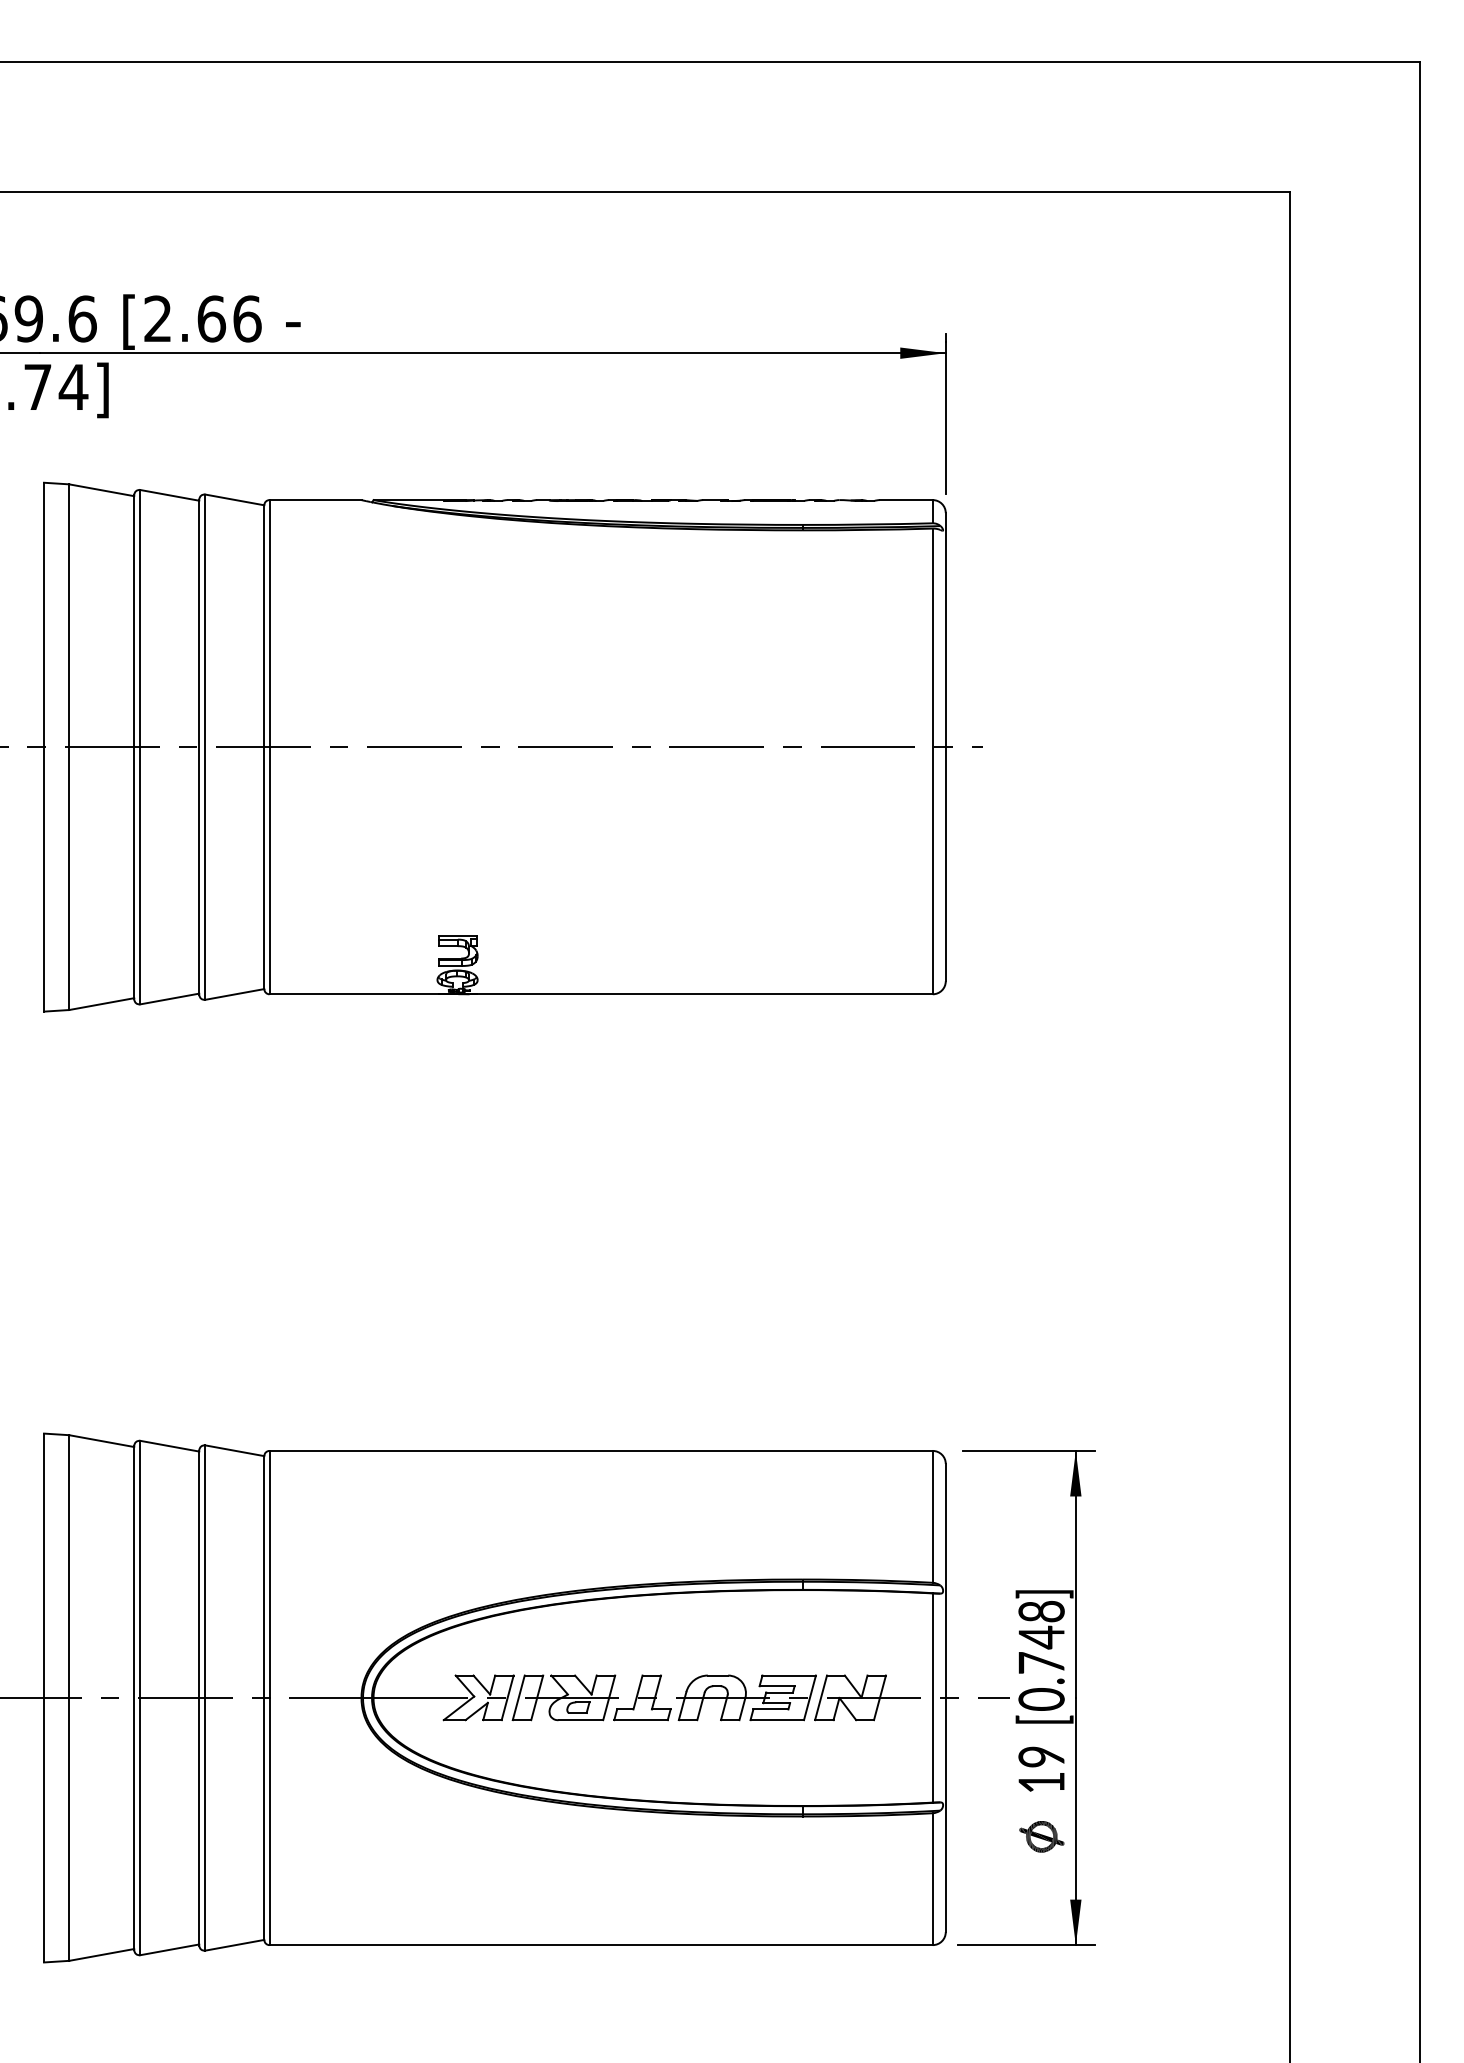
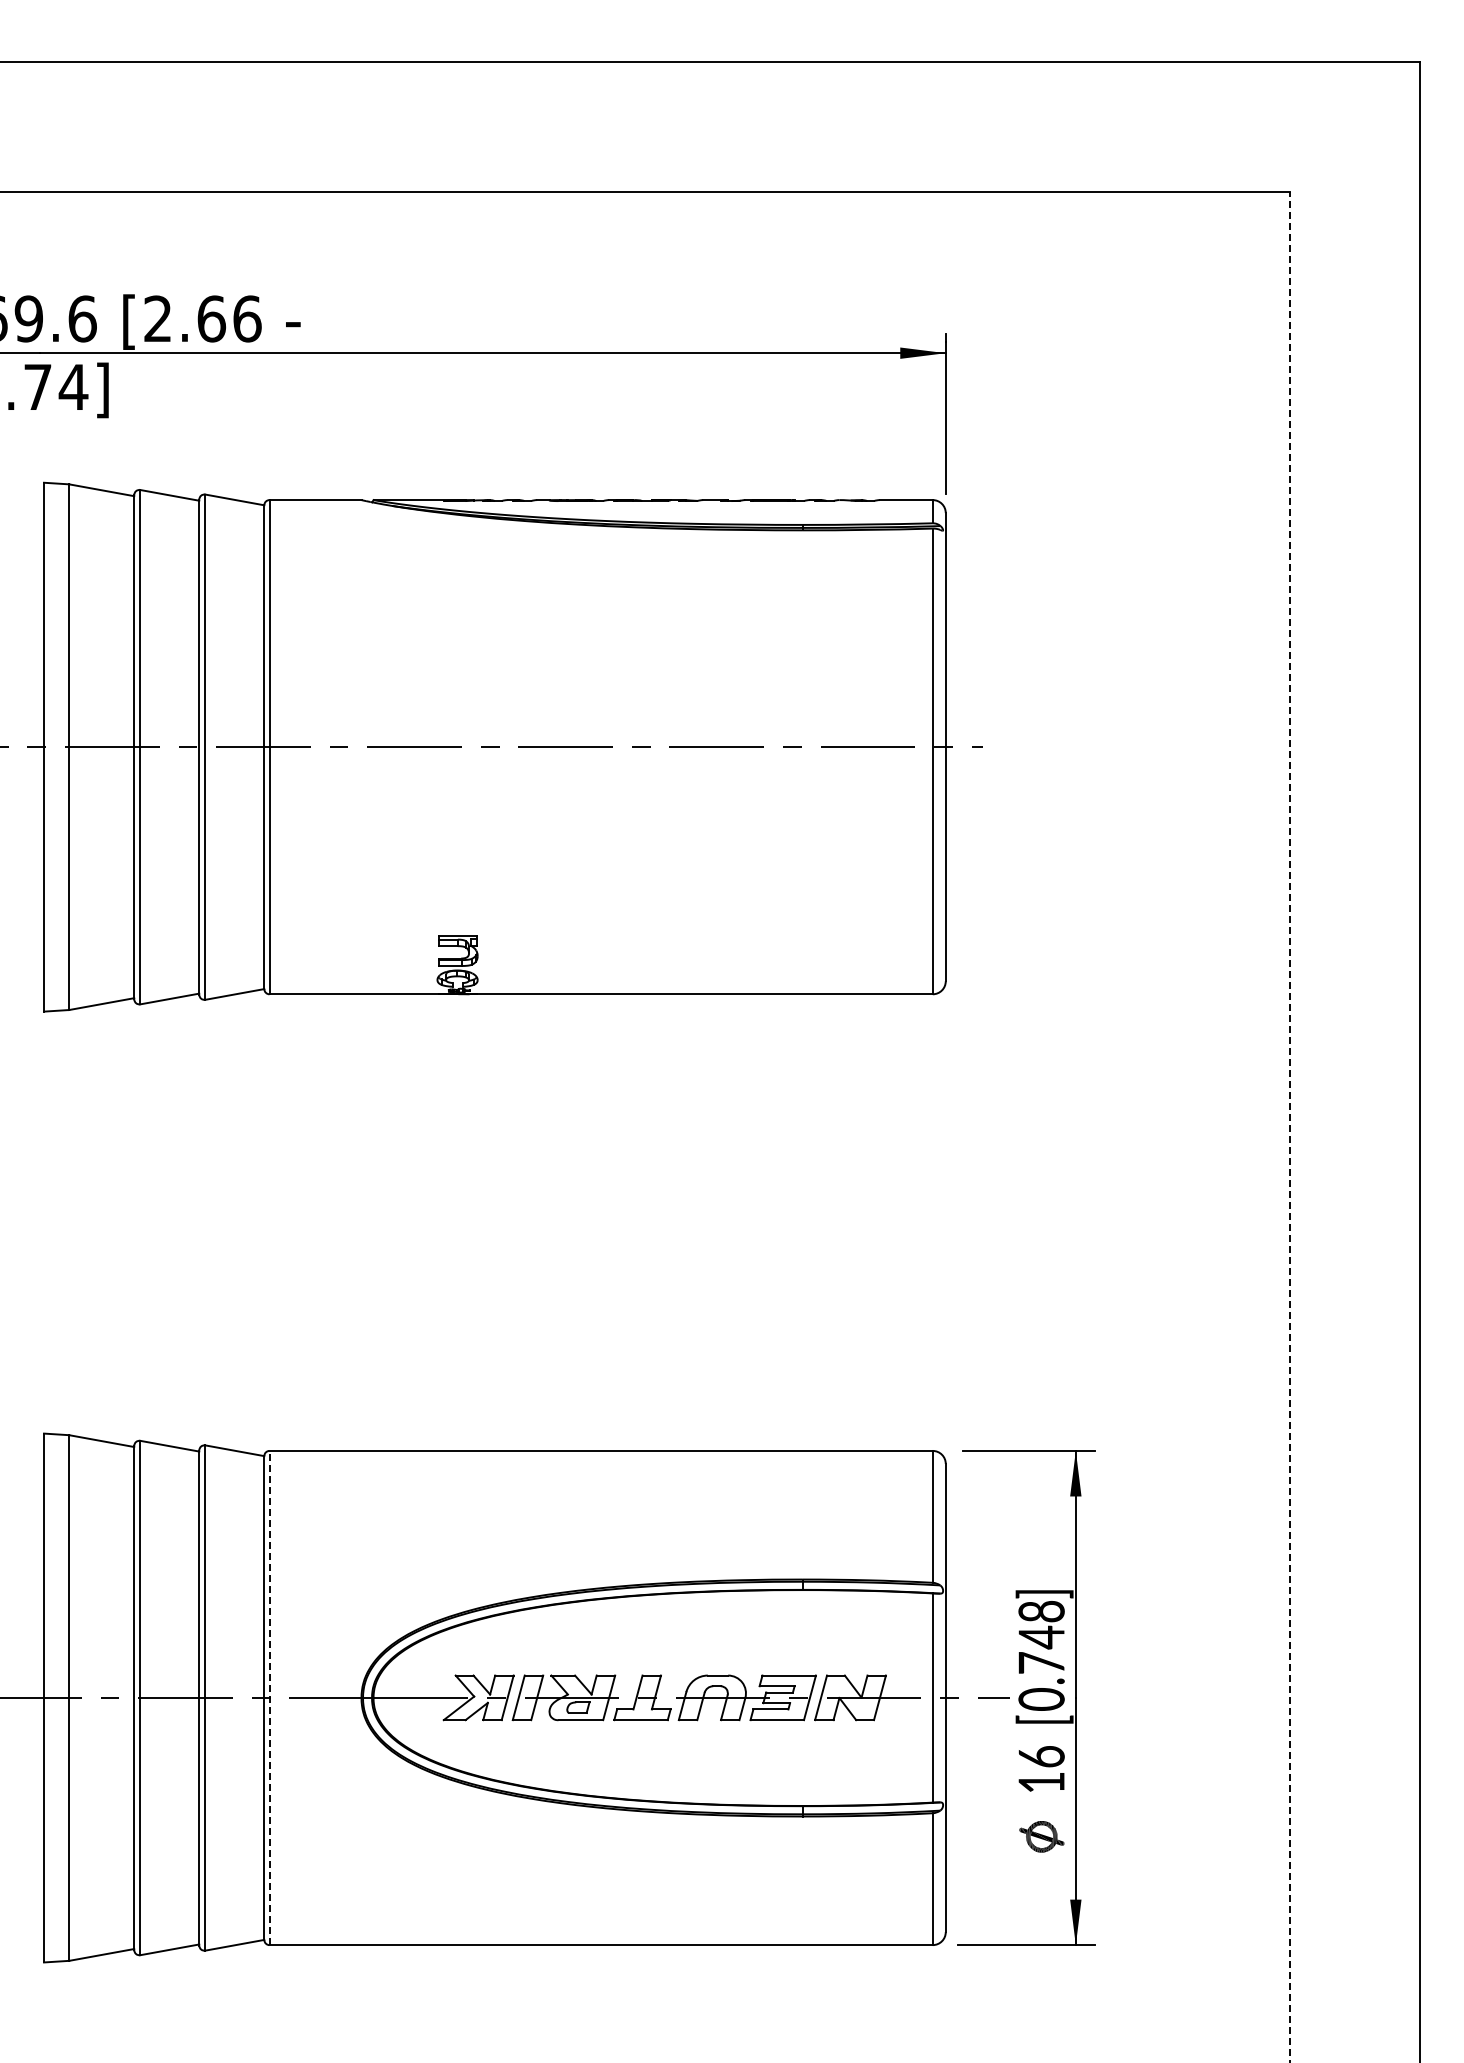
line at (1289, 1126): solid -> dashed
line at (269, 1697): solid -> dashed
text at (1041, 1756): 19 -> 16
